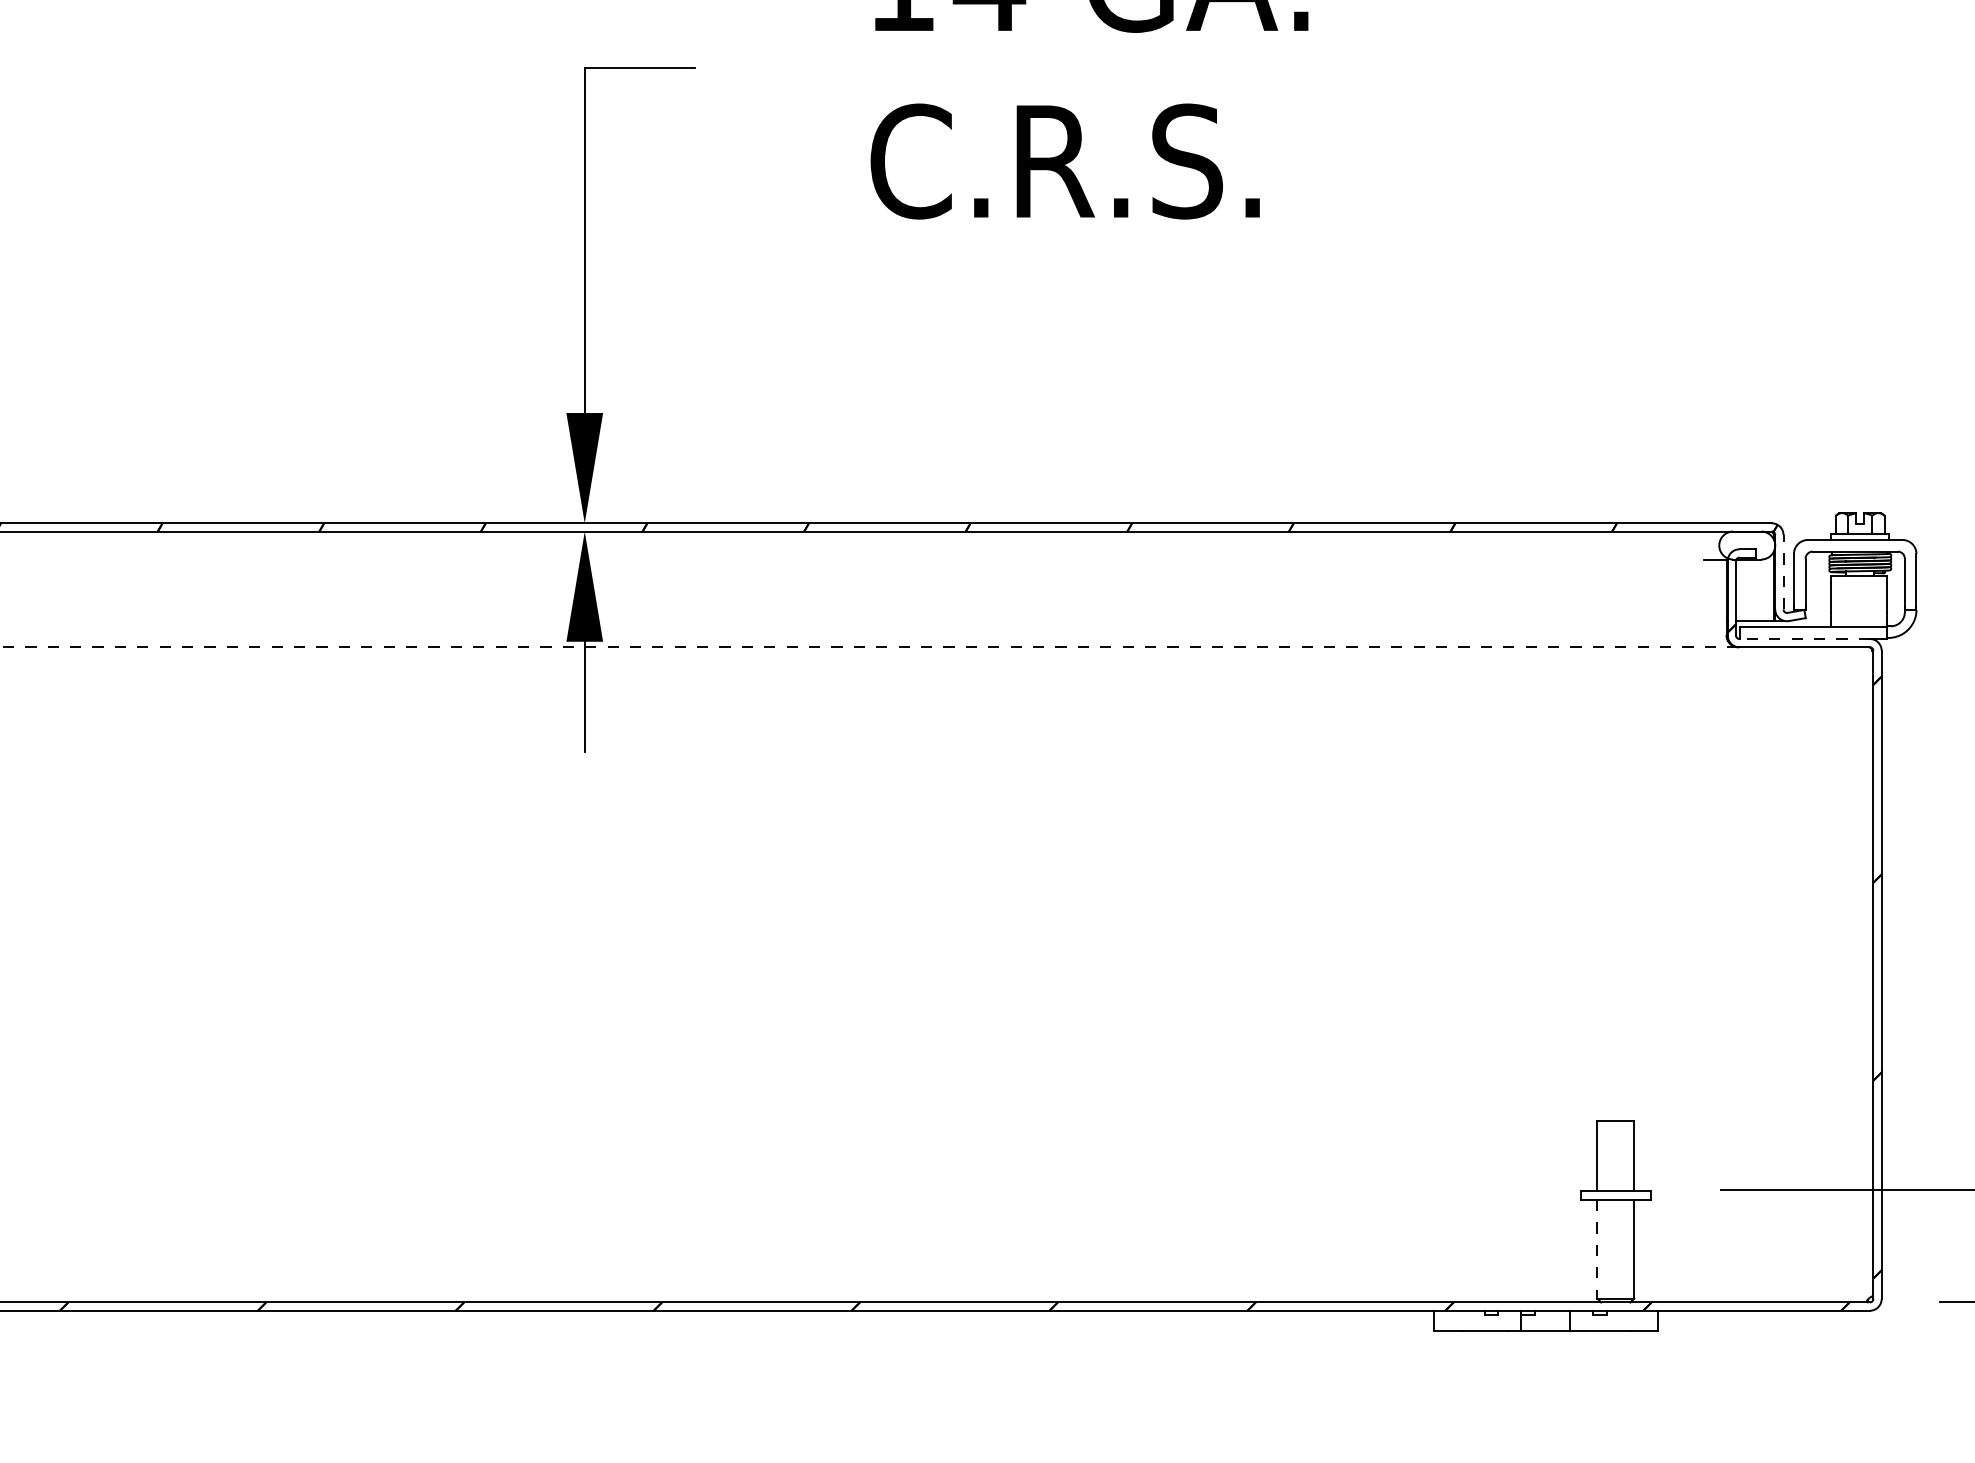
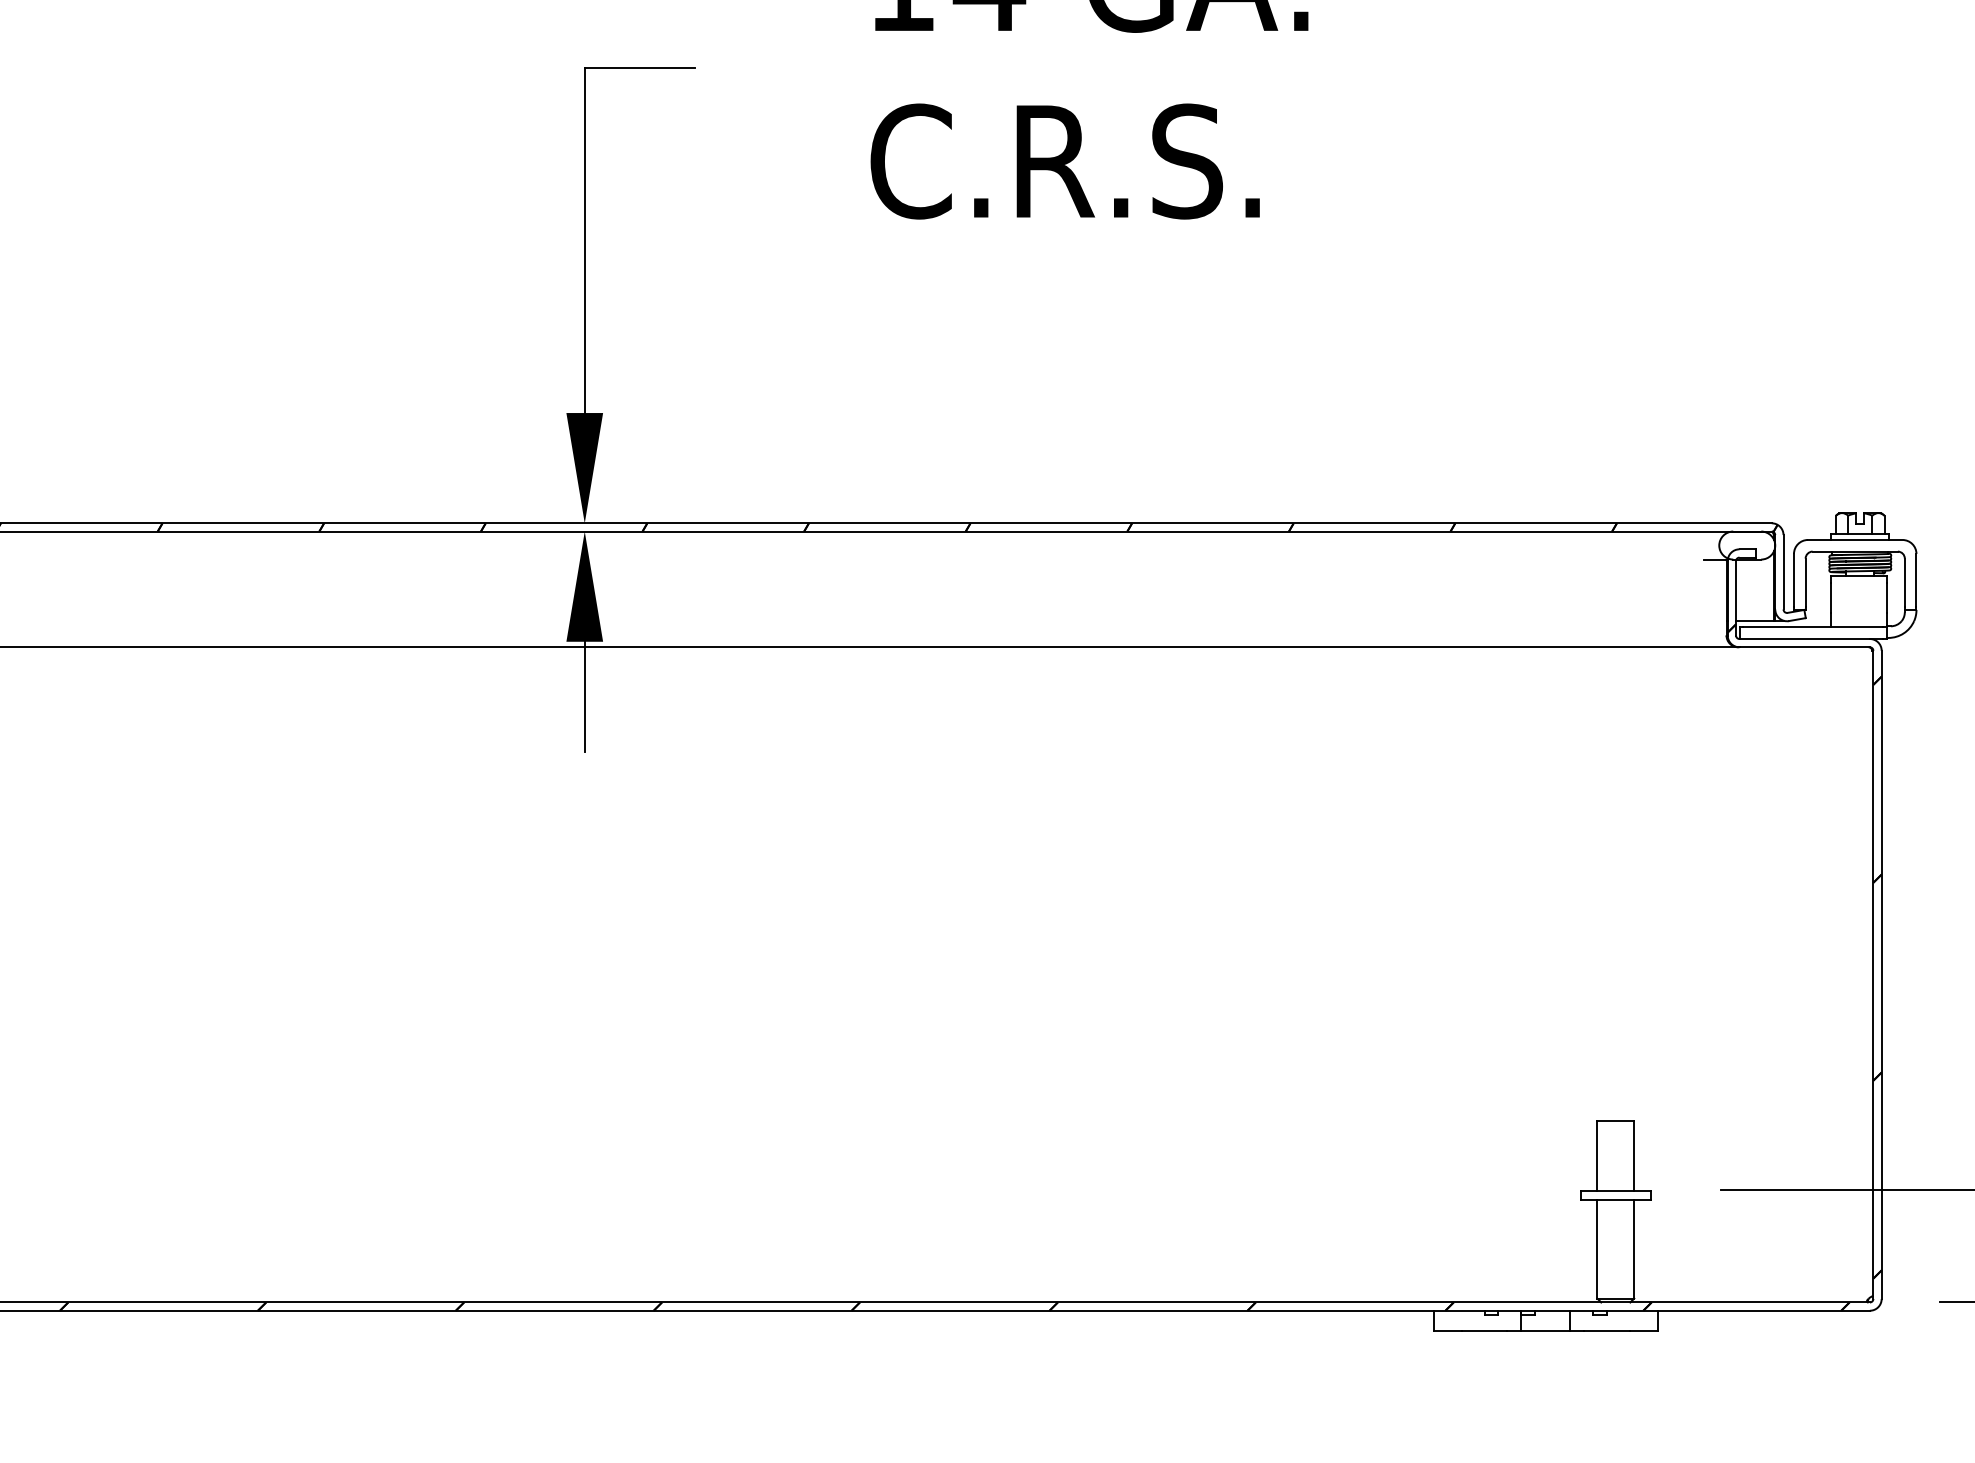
line at (1783, 571): dashed -> solid
line at (1804, 639): dashed -> solid
line at (869, 647): dashed -> solid
line at (1597, 1249): dashed -> solid
